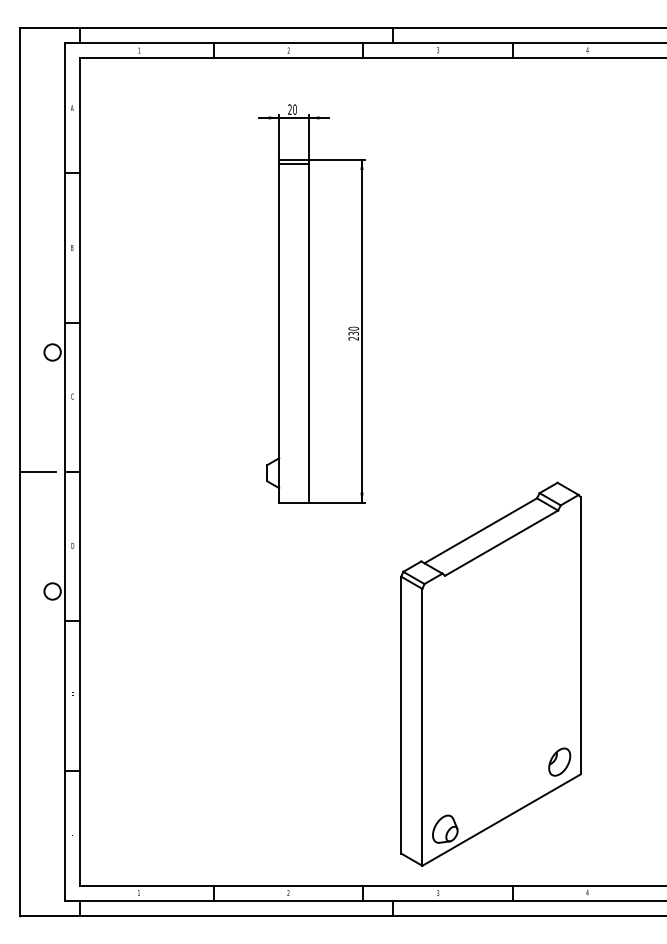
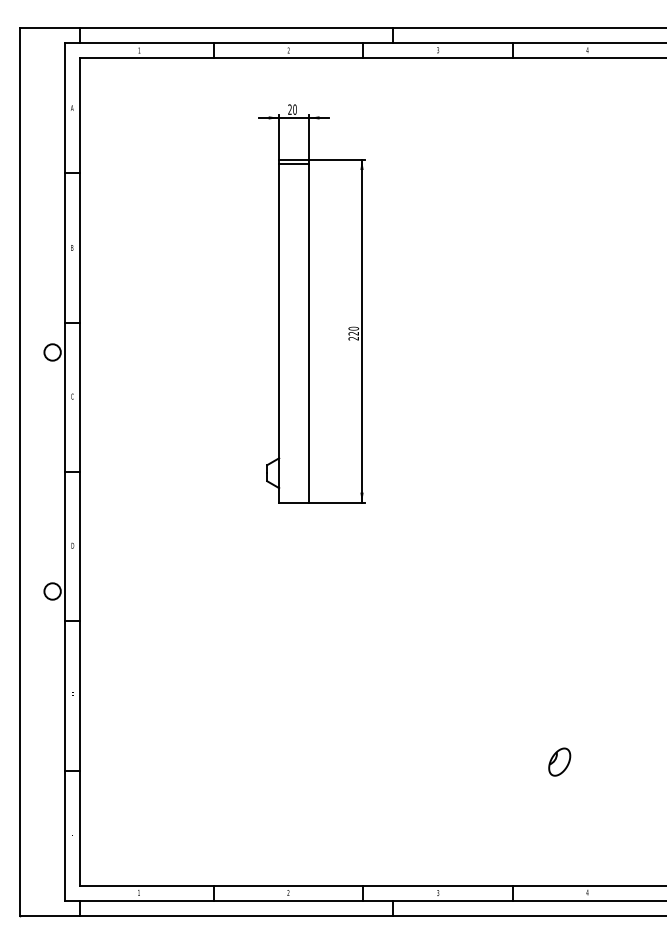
text at (354, 333): 230 -> 220
line at (37, 472): present -> none
part at (490, 673): present -> none
